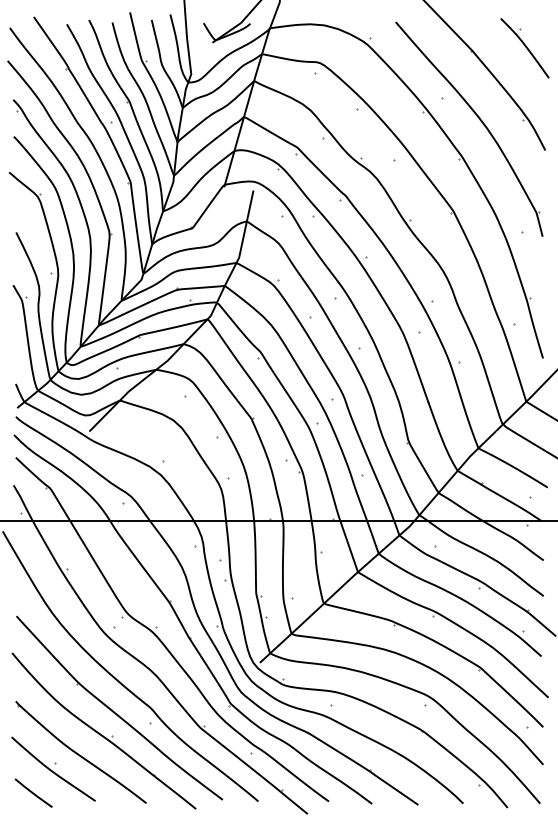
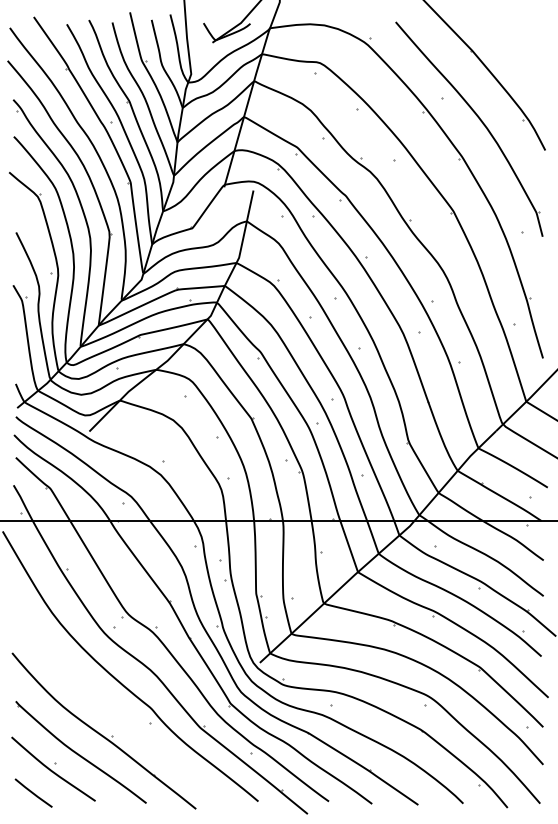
part at (524, 48): present -> none
part at (117, 713): present -> none
